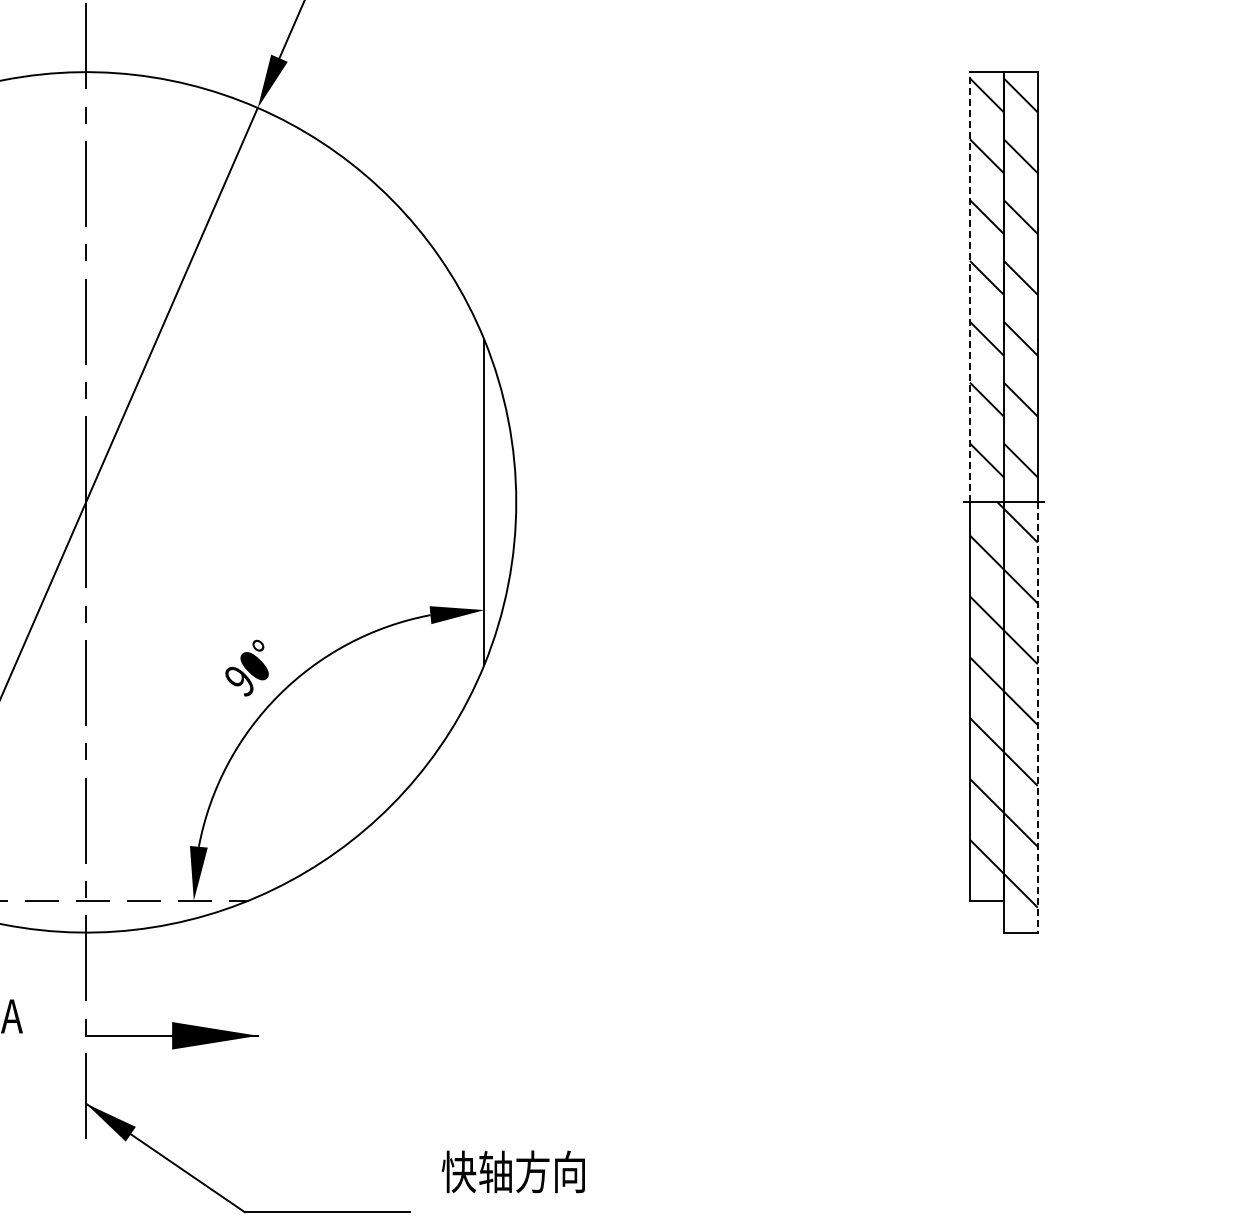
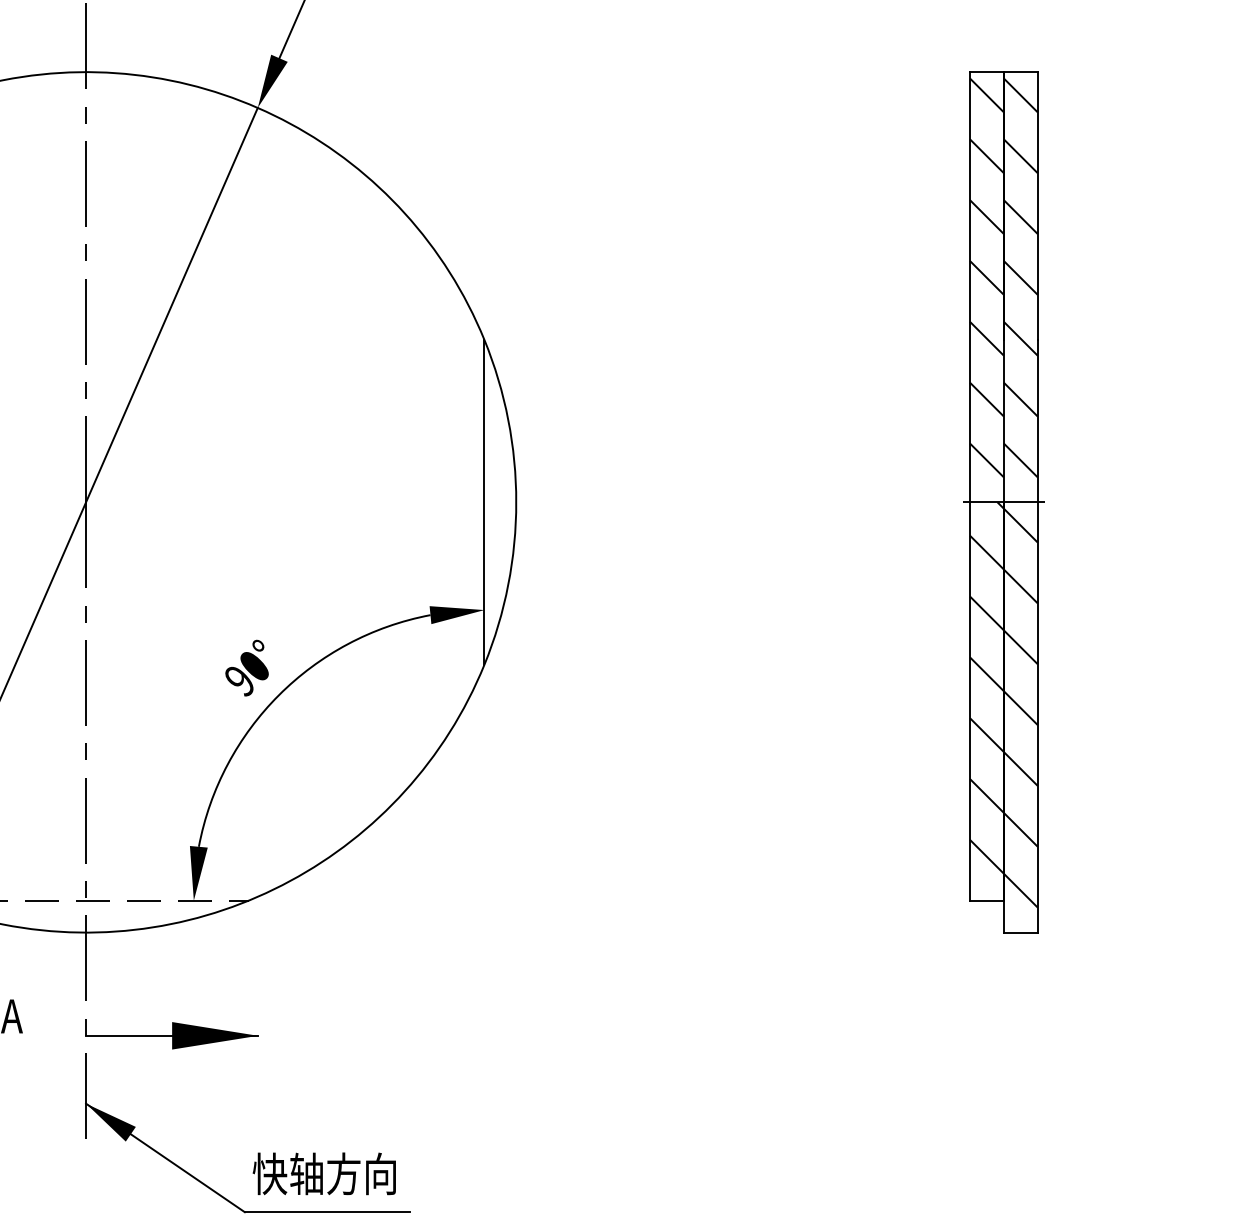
line at (969, 286): dashed -> solid
line at (1037, 717): dashed -> solid
text at (512, 1171) position: (512, 1171) -> (323, 1173)
